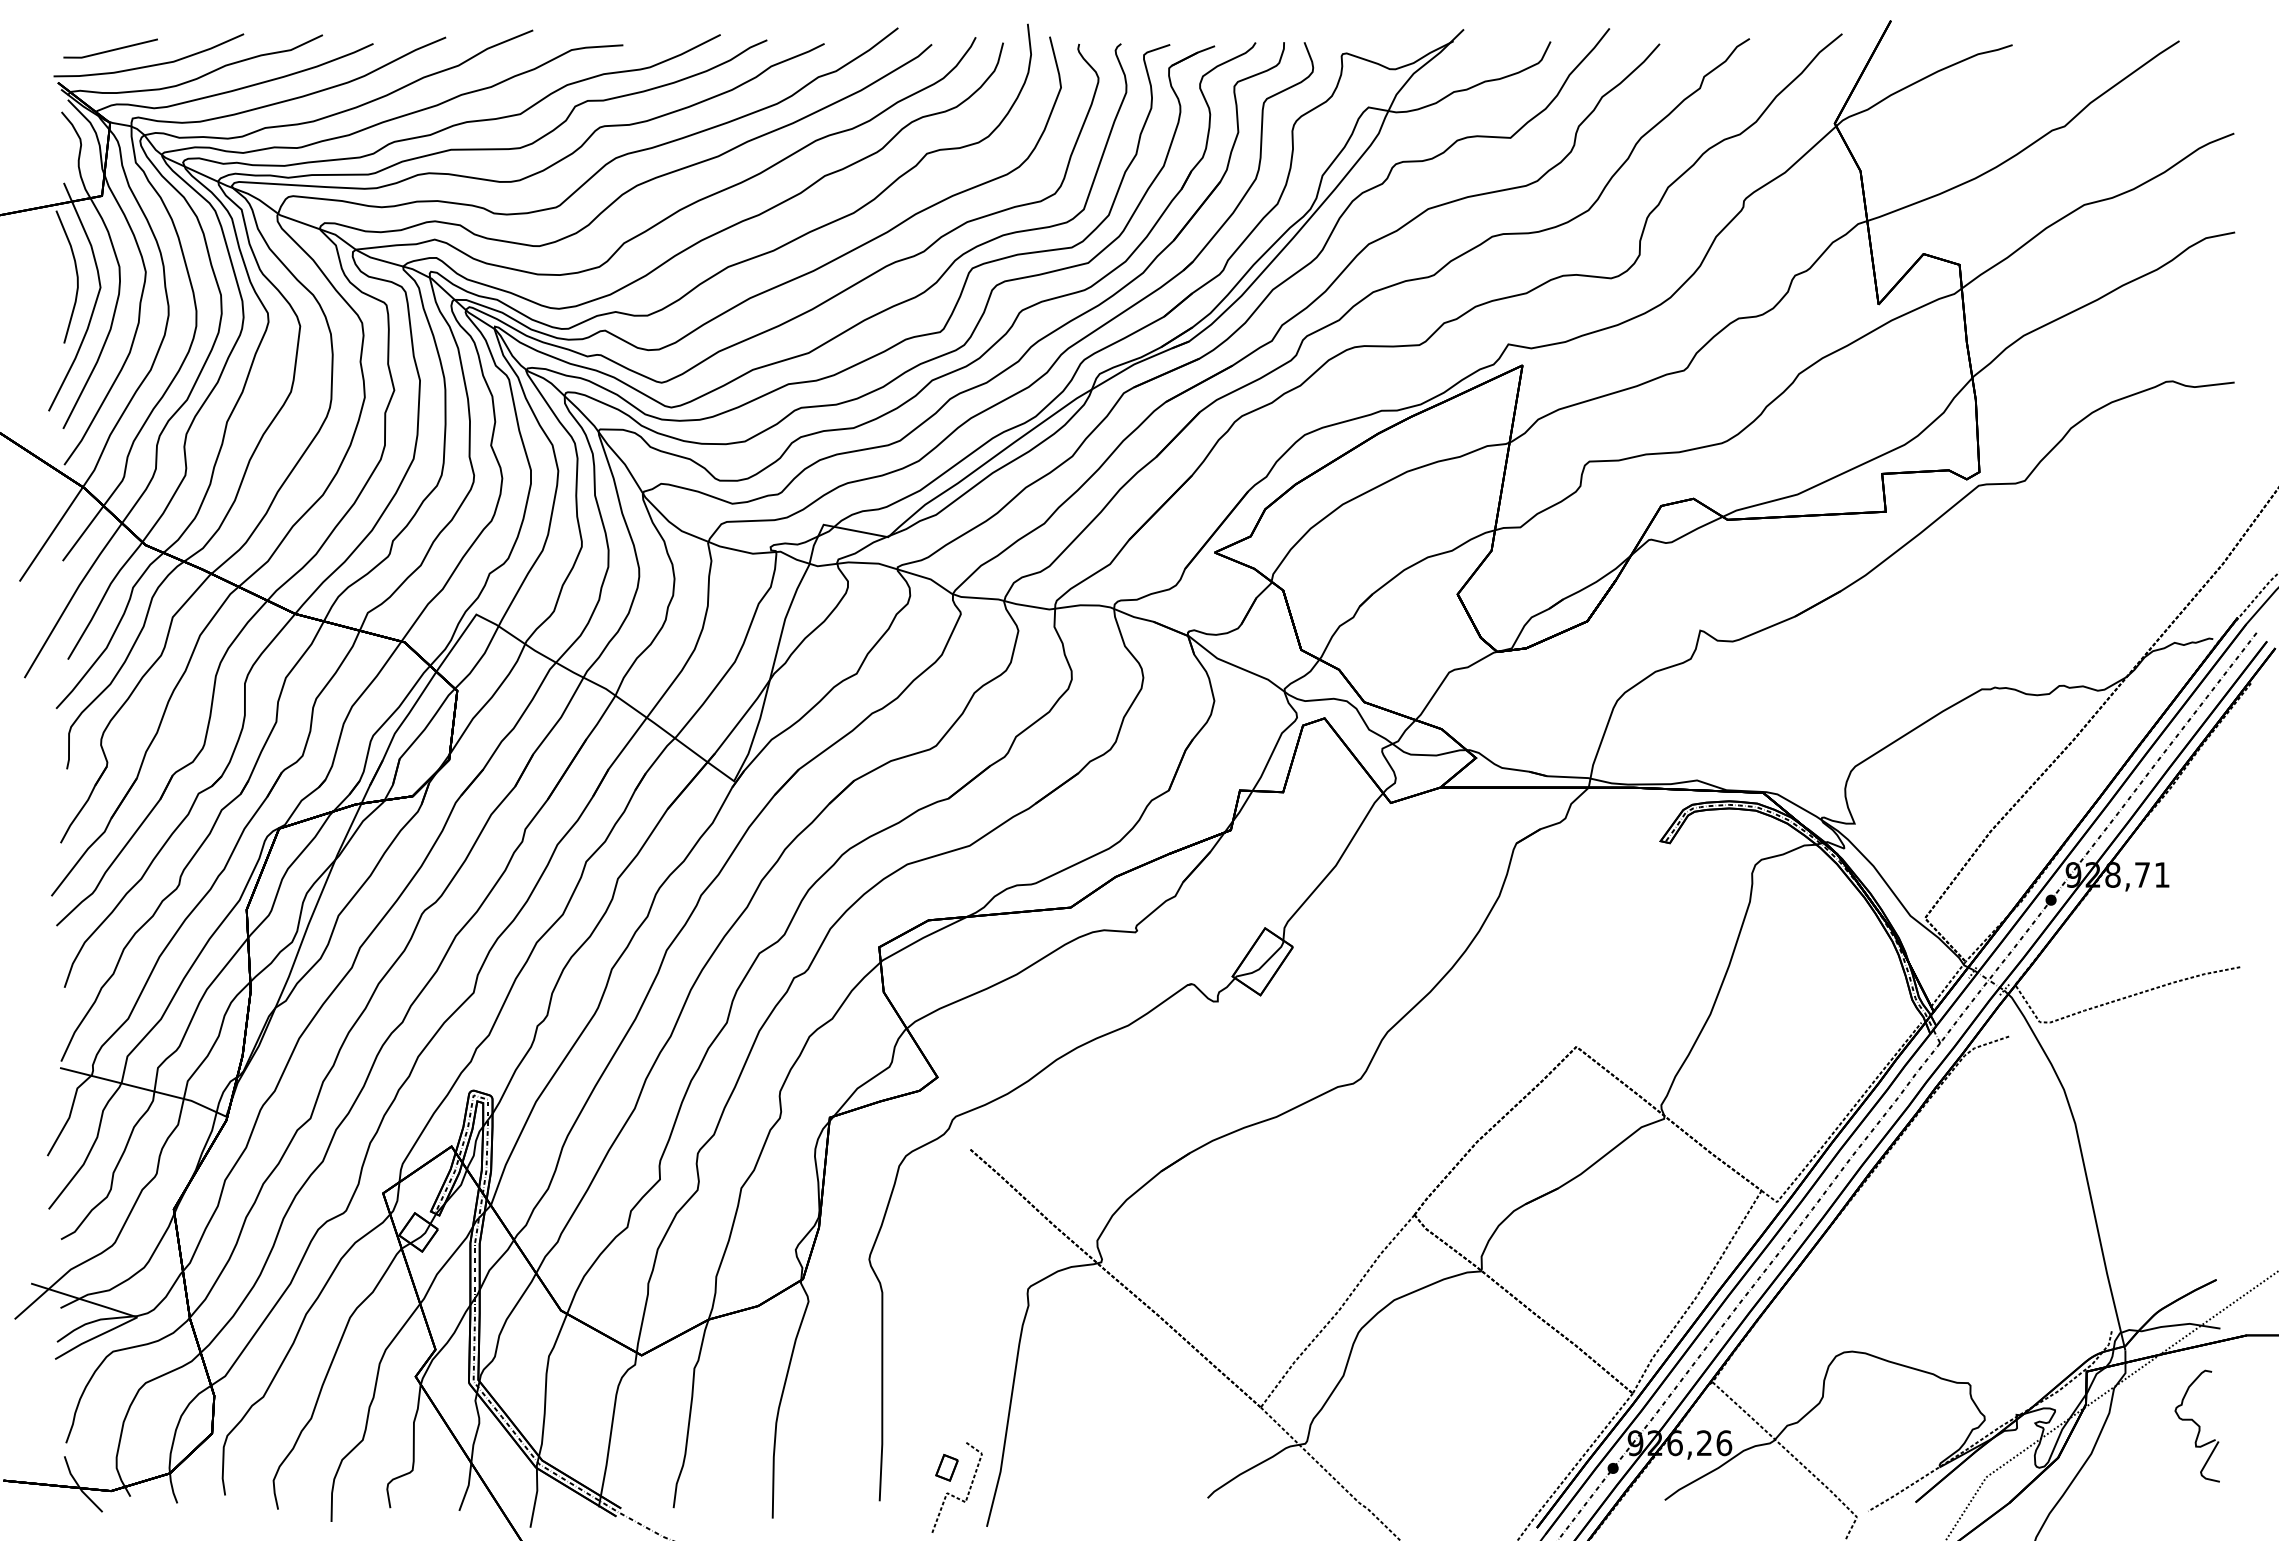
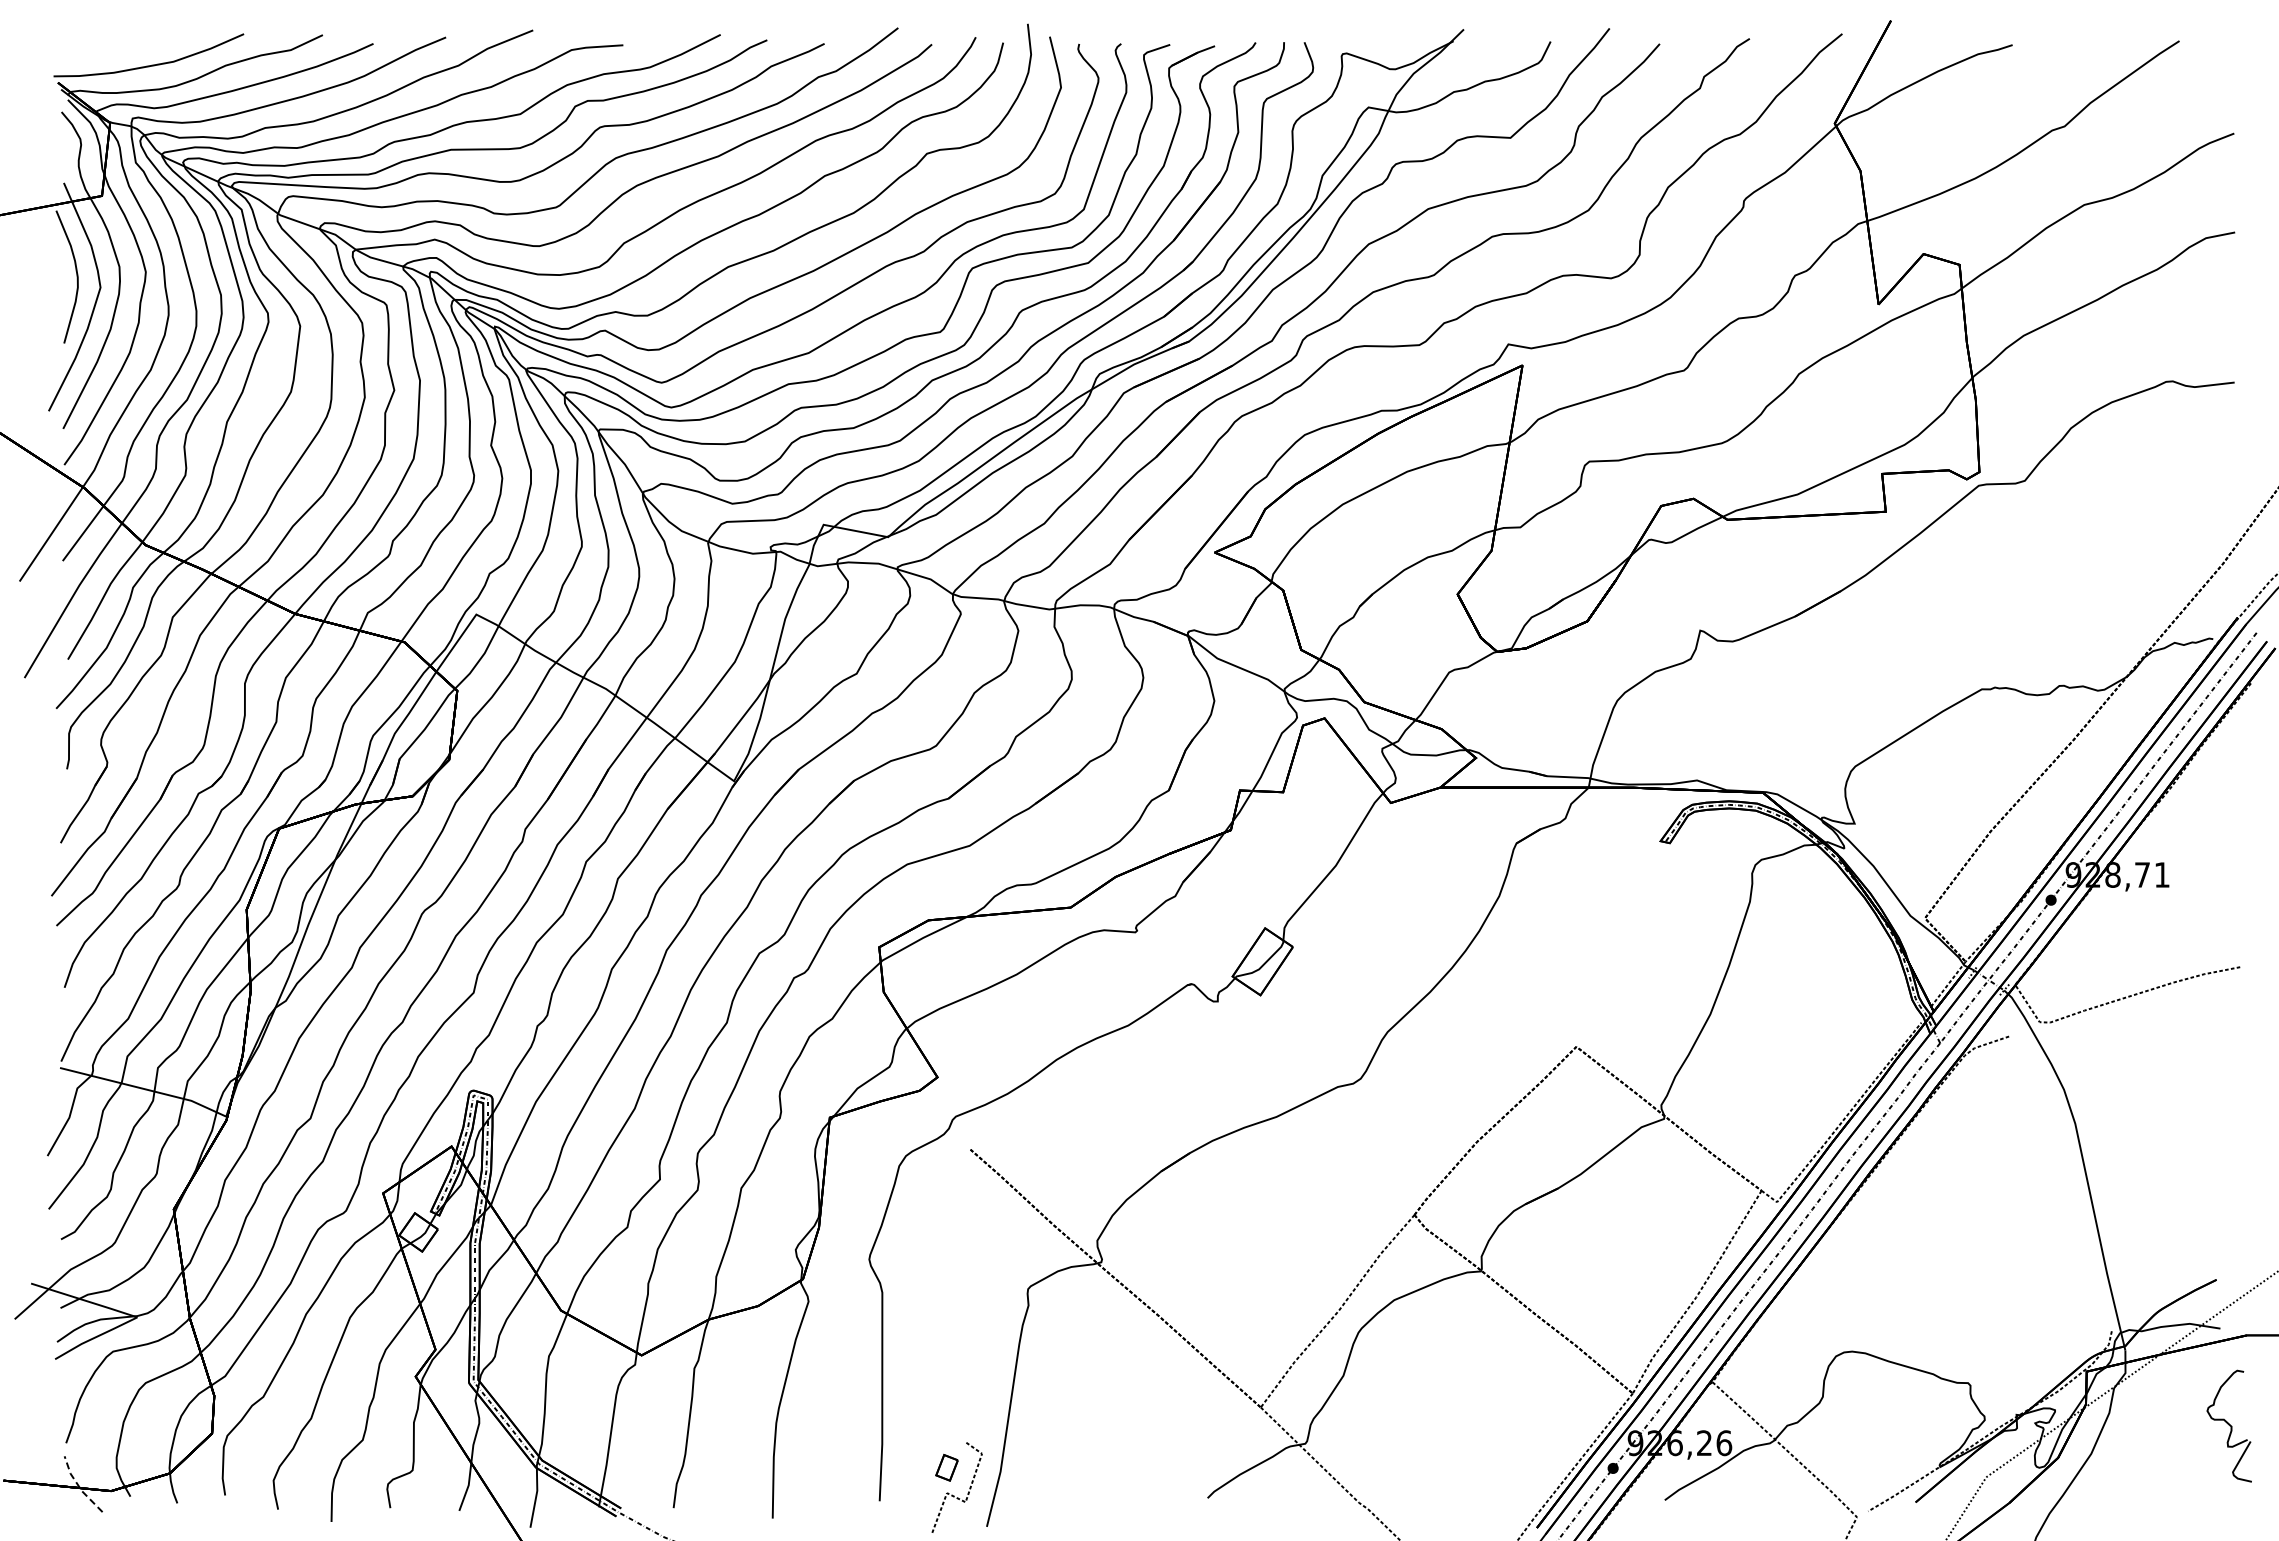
line at (110, 49): present -> none
part at (2196, 1425) position: (2196, 1425) -> (2228, 1425)
line at (79, 1487): solid -> dashed
